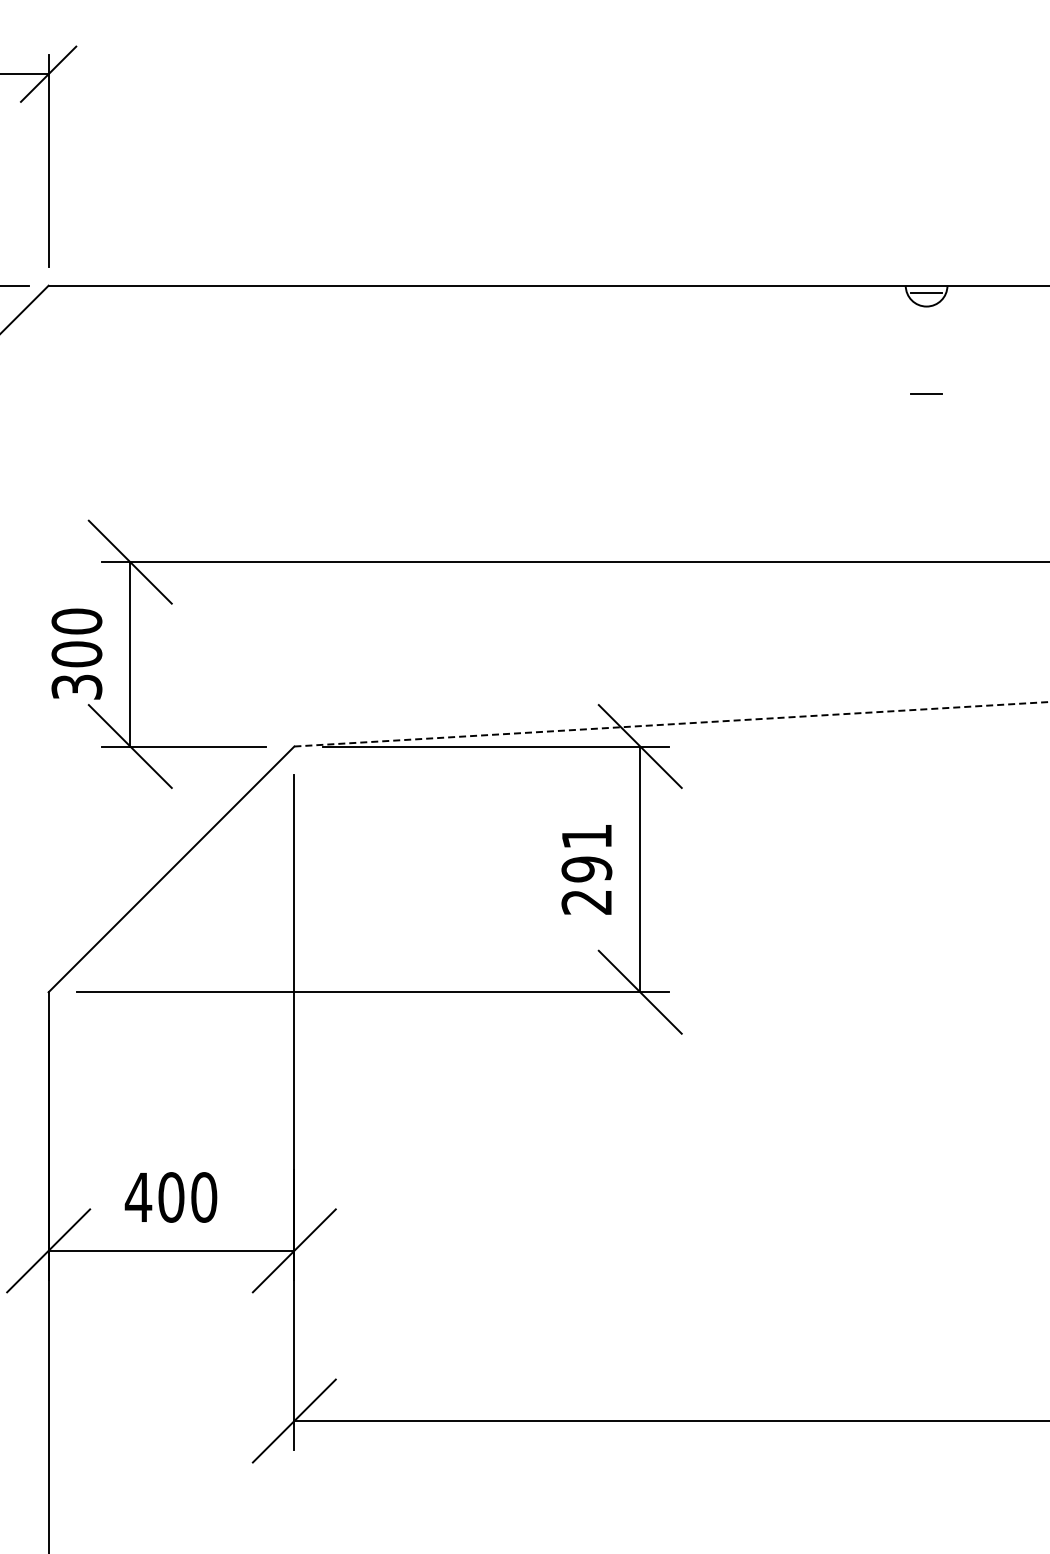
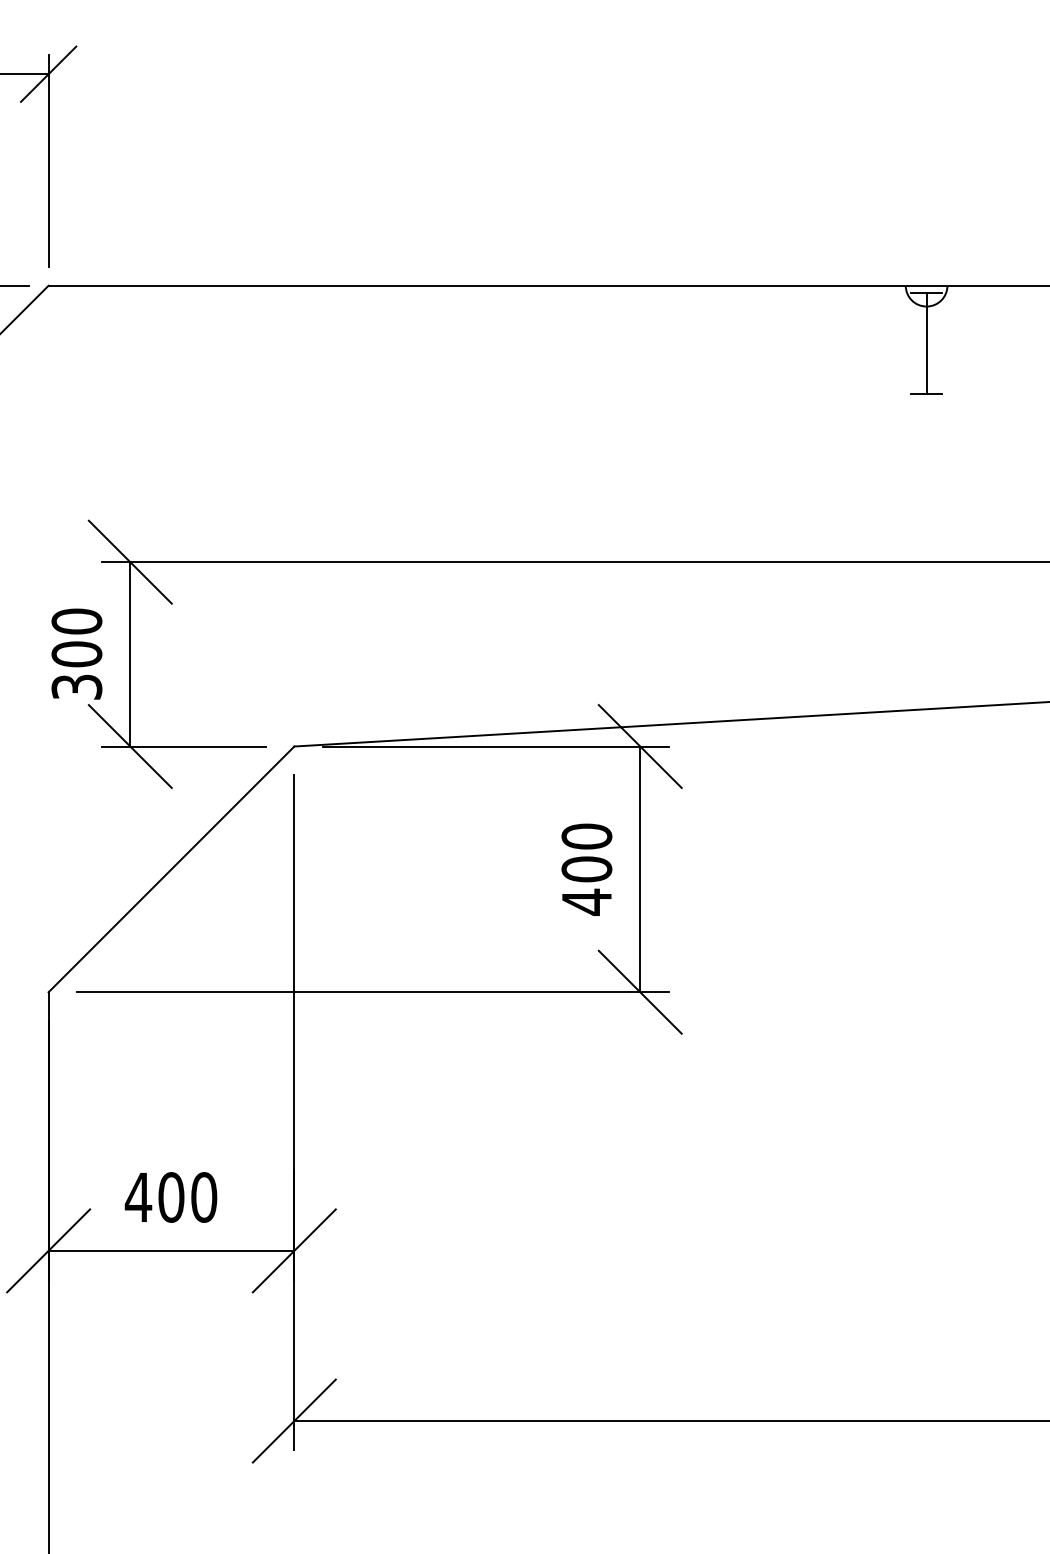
line at (926, 343): none -> present
line at (671, 724): dashed -> solid
text at (586, 869): 291 -> 400
